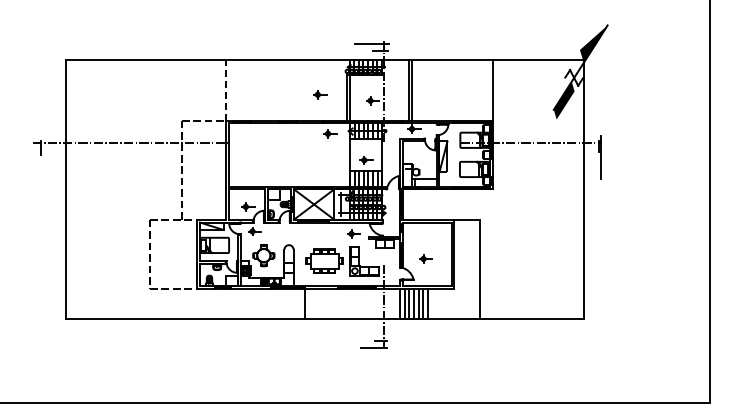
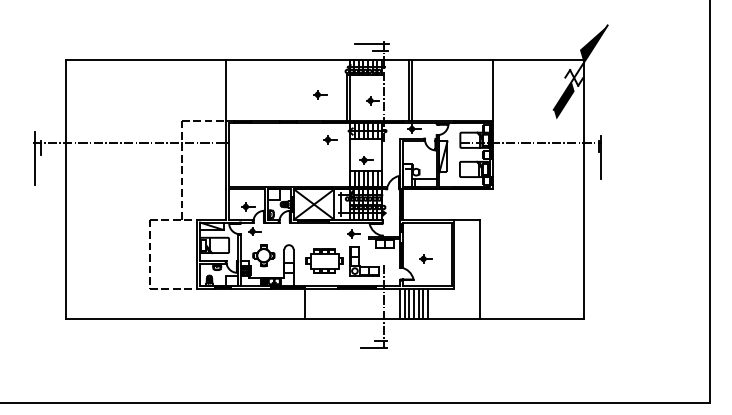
line at (226, 90): dashed -> solid
part at (330, 133) position: (330, 133) -> (330, 139)
line at (35, 158): none -> present
